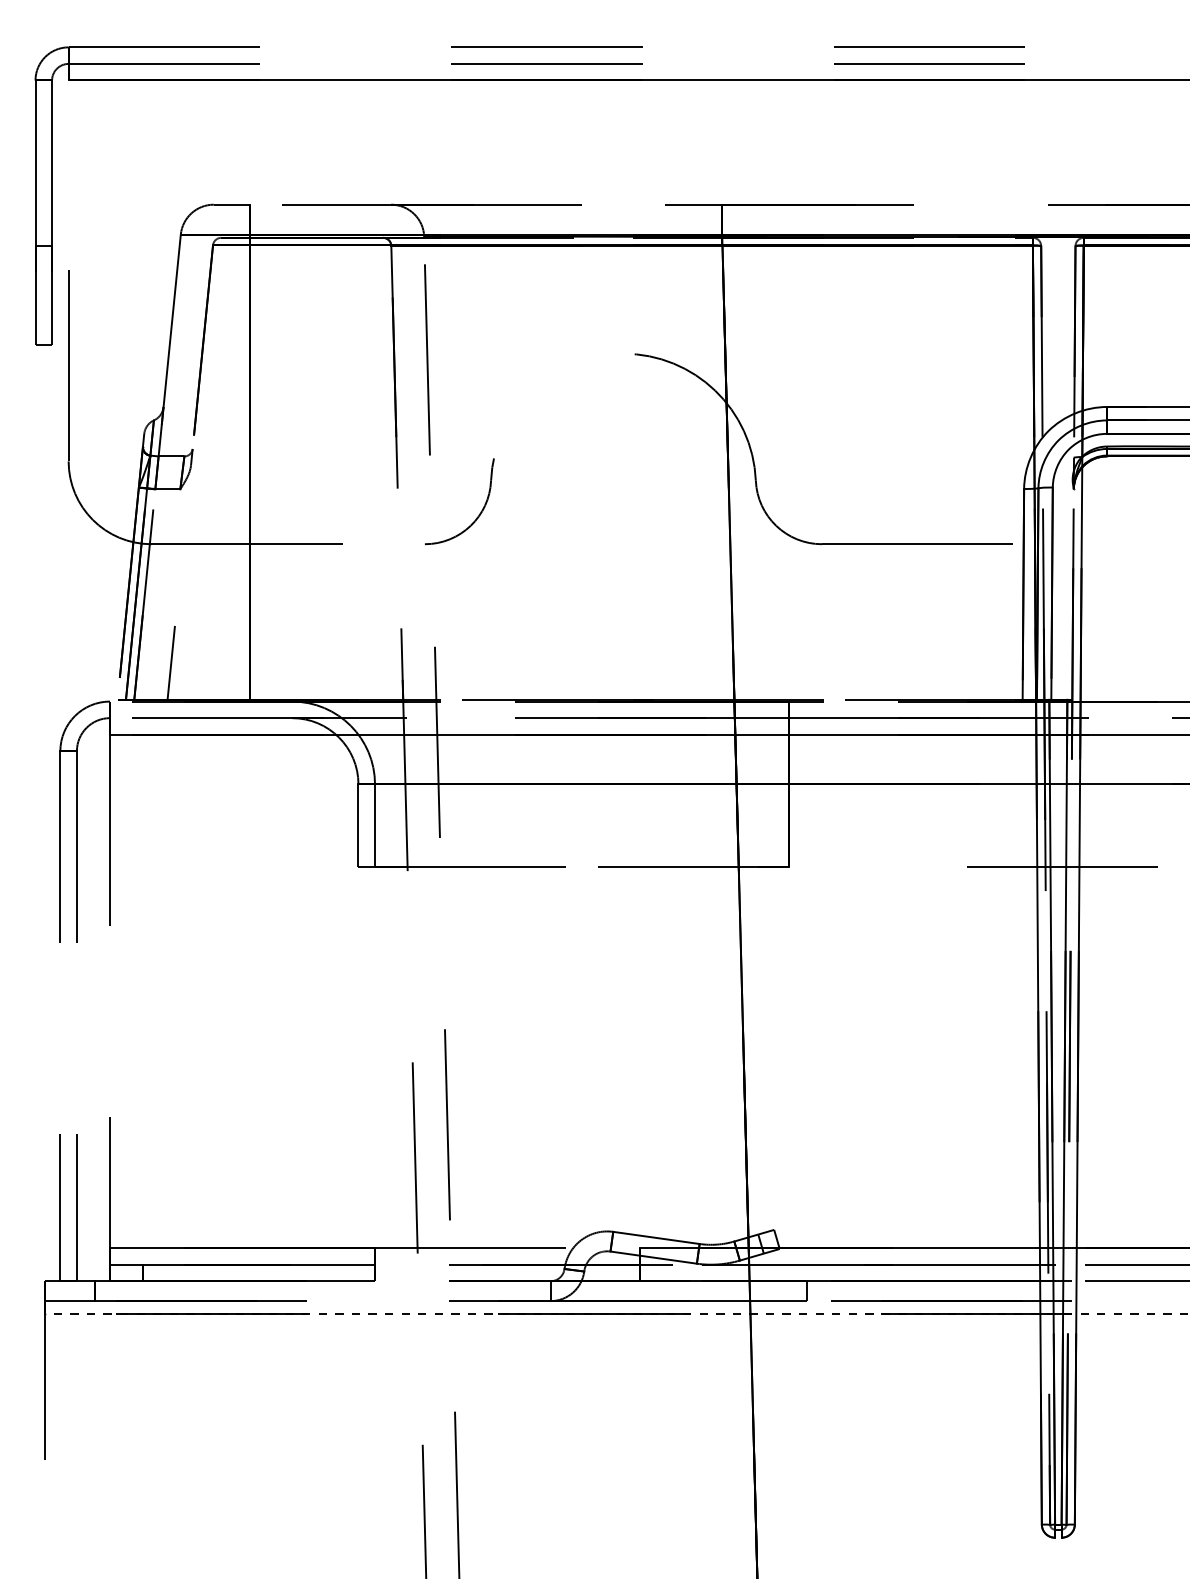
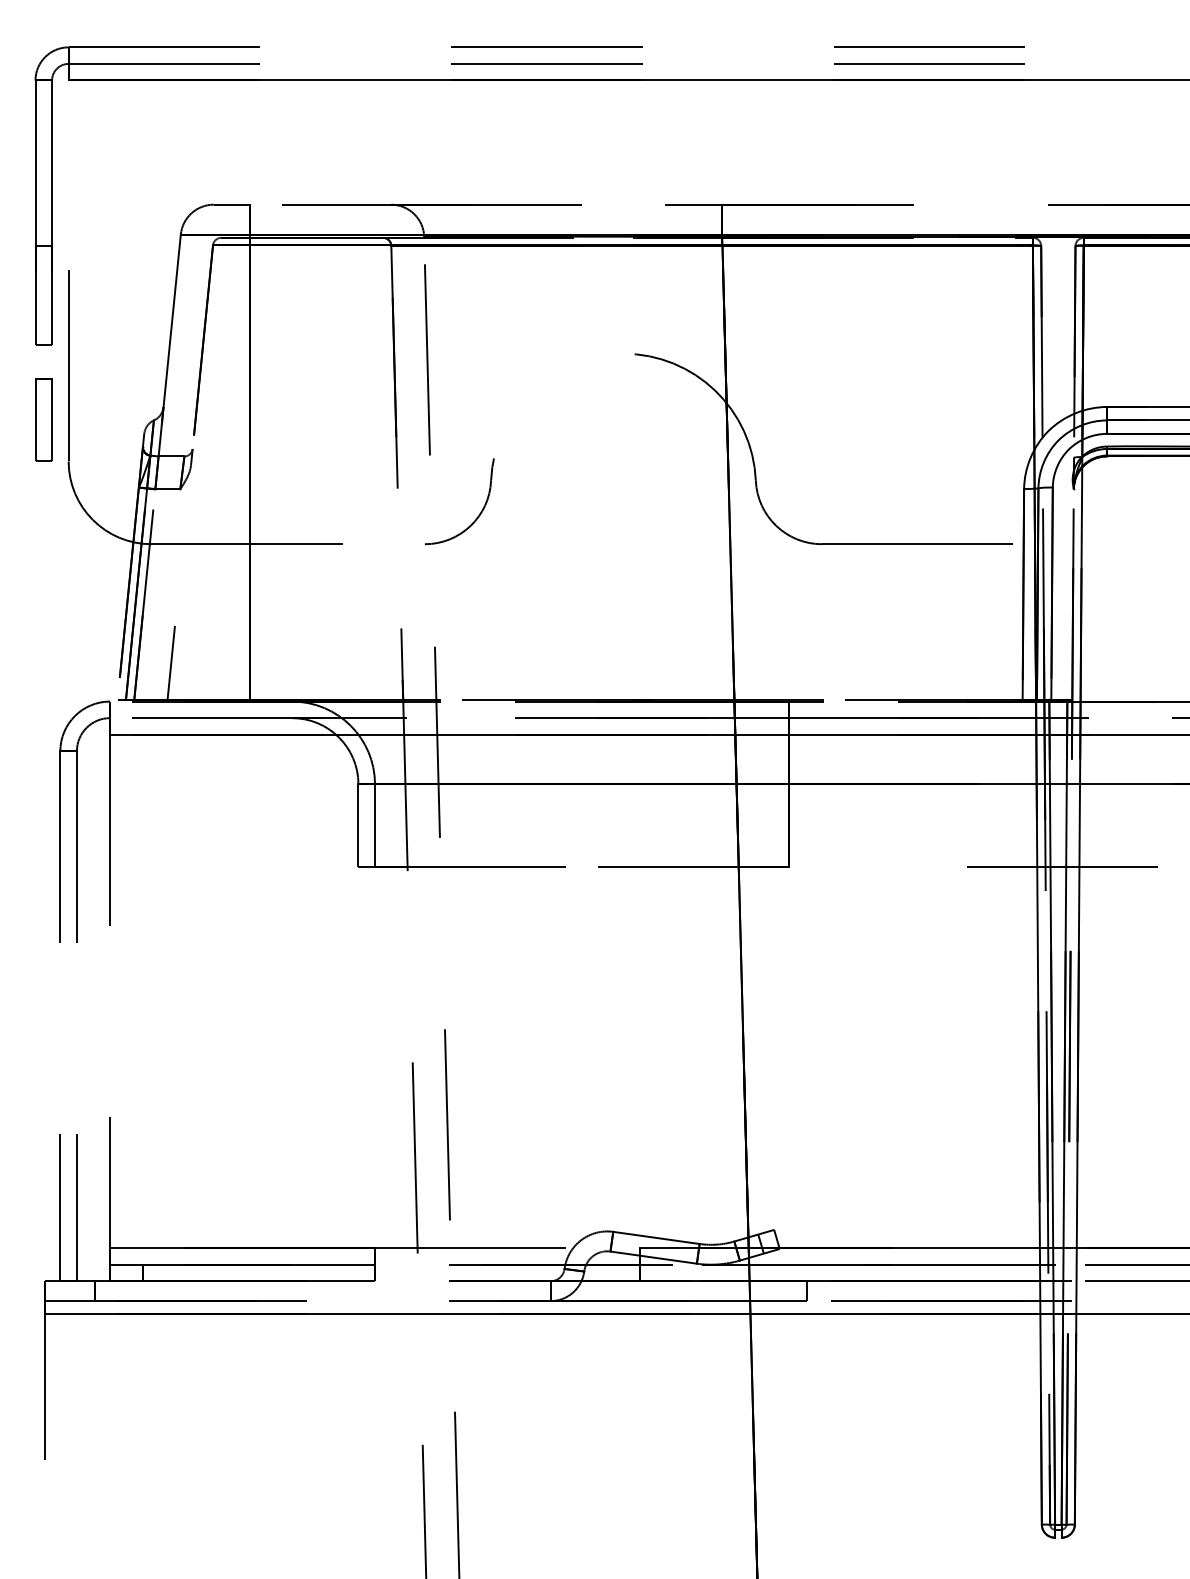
part at (43, 419): none -> present
line at (616, 1314): dashed -> solid
